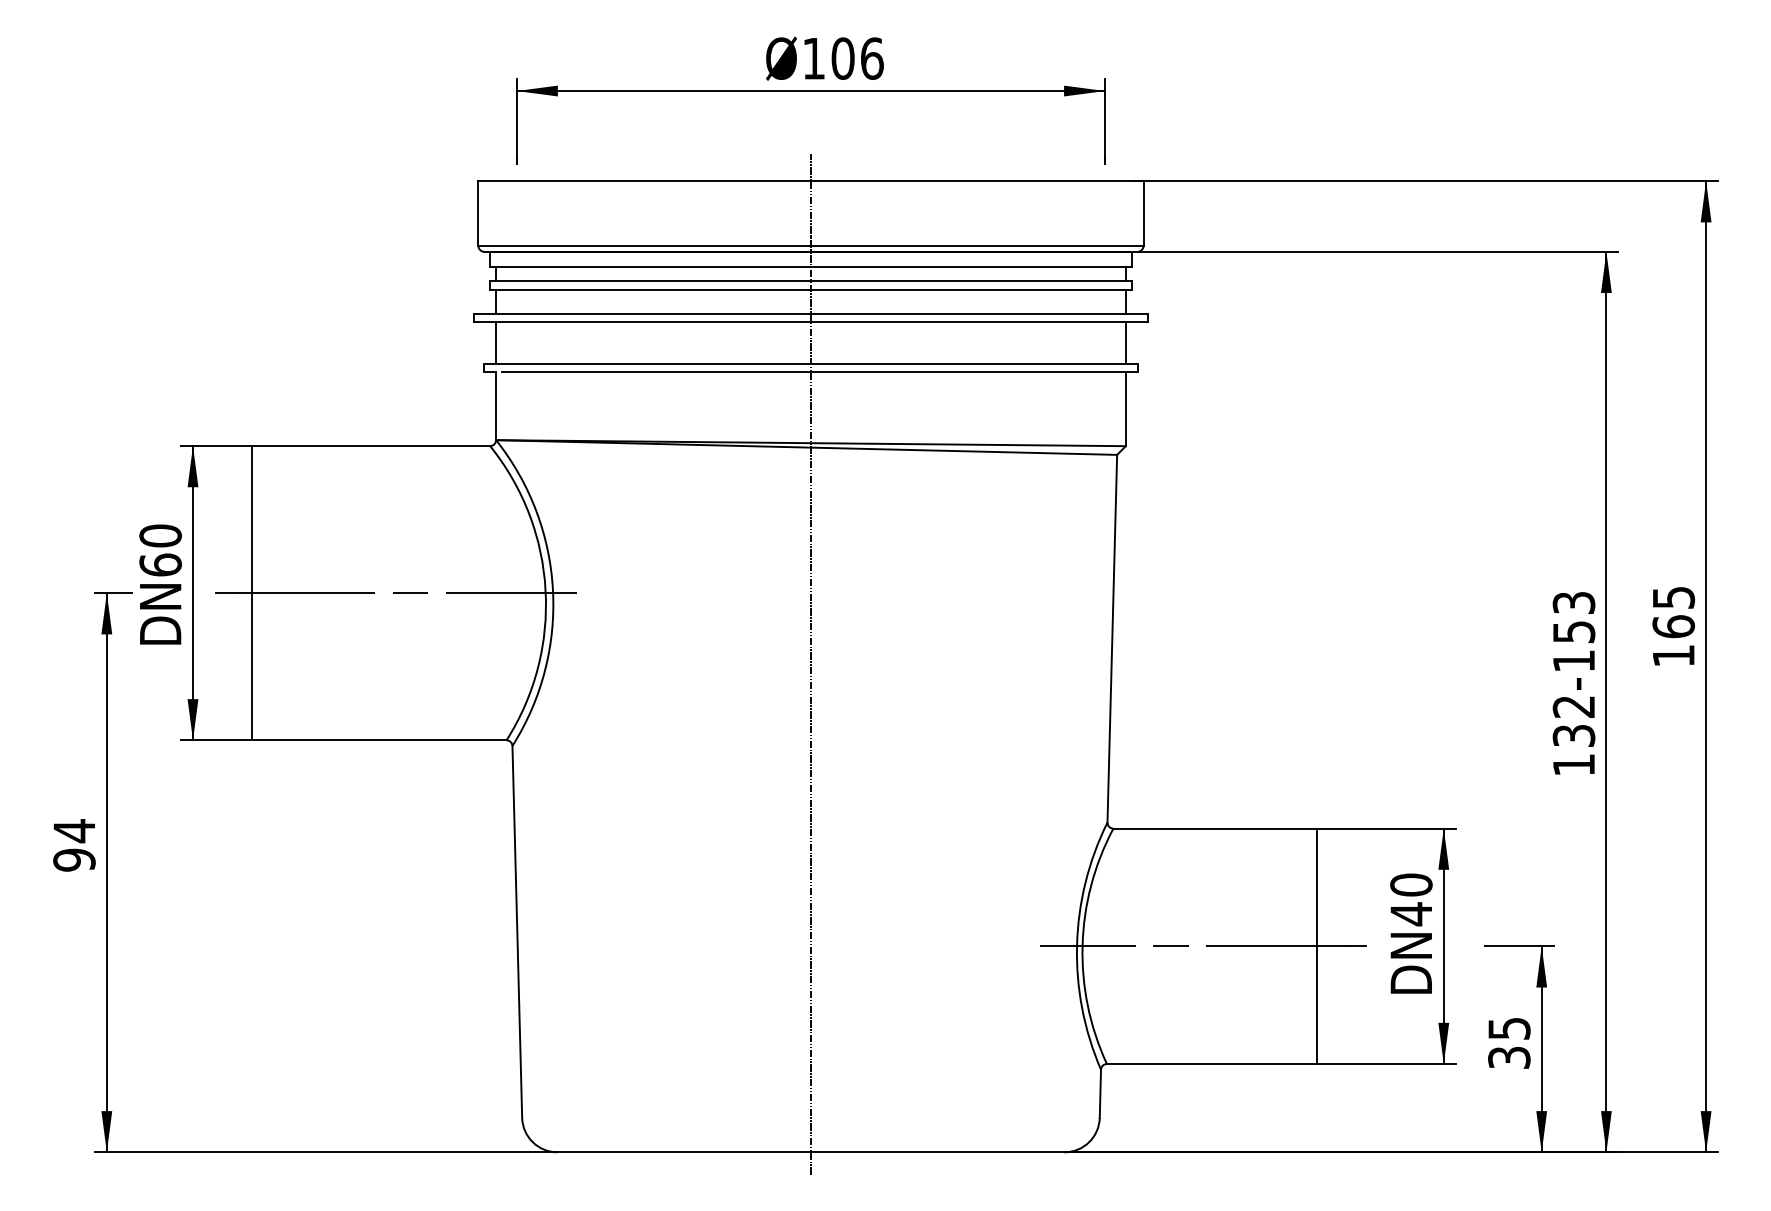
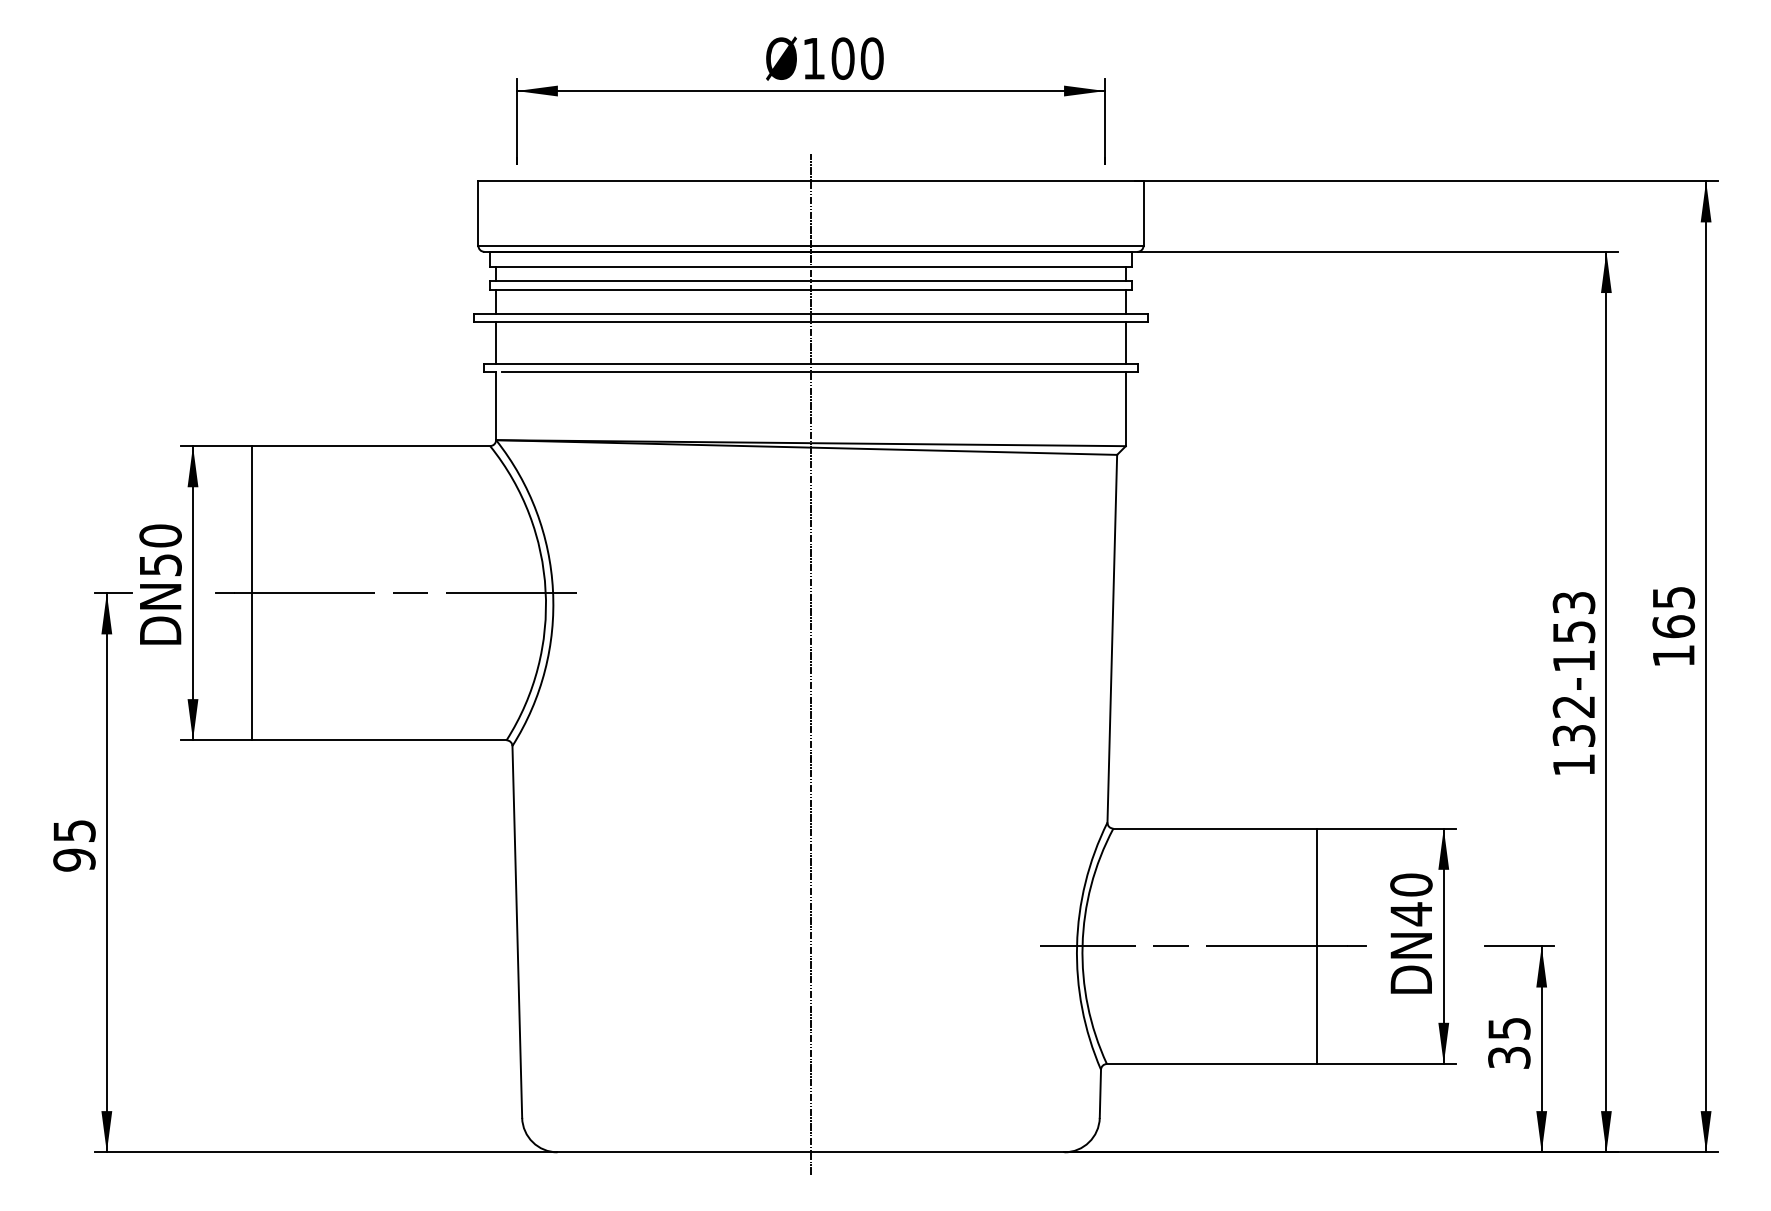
text at (871, 58): 106 -> 100
text at (160, 564): 60 -> 50
text at (74, 831): 94 -> 95
